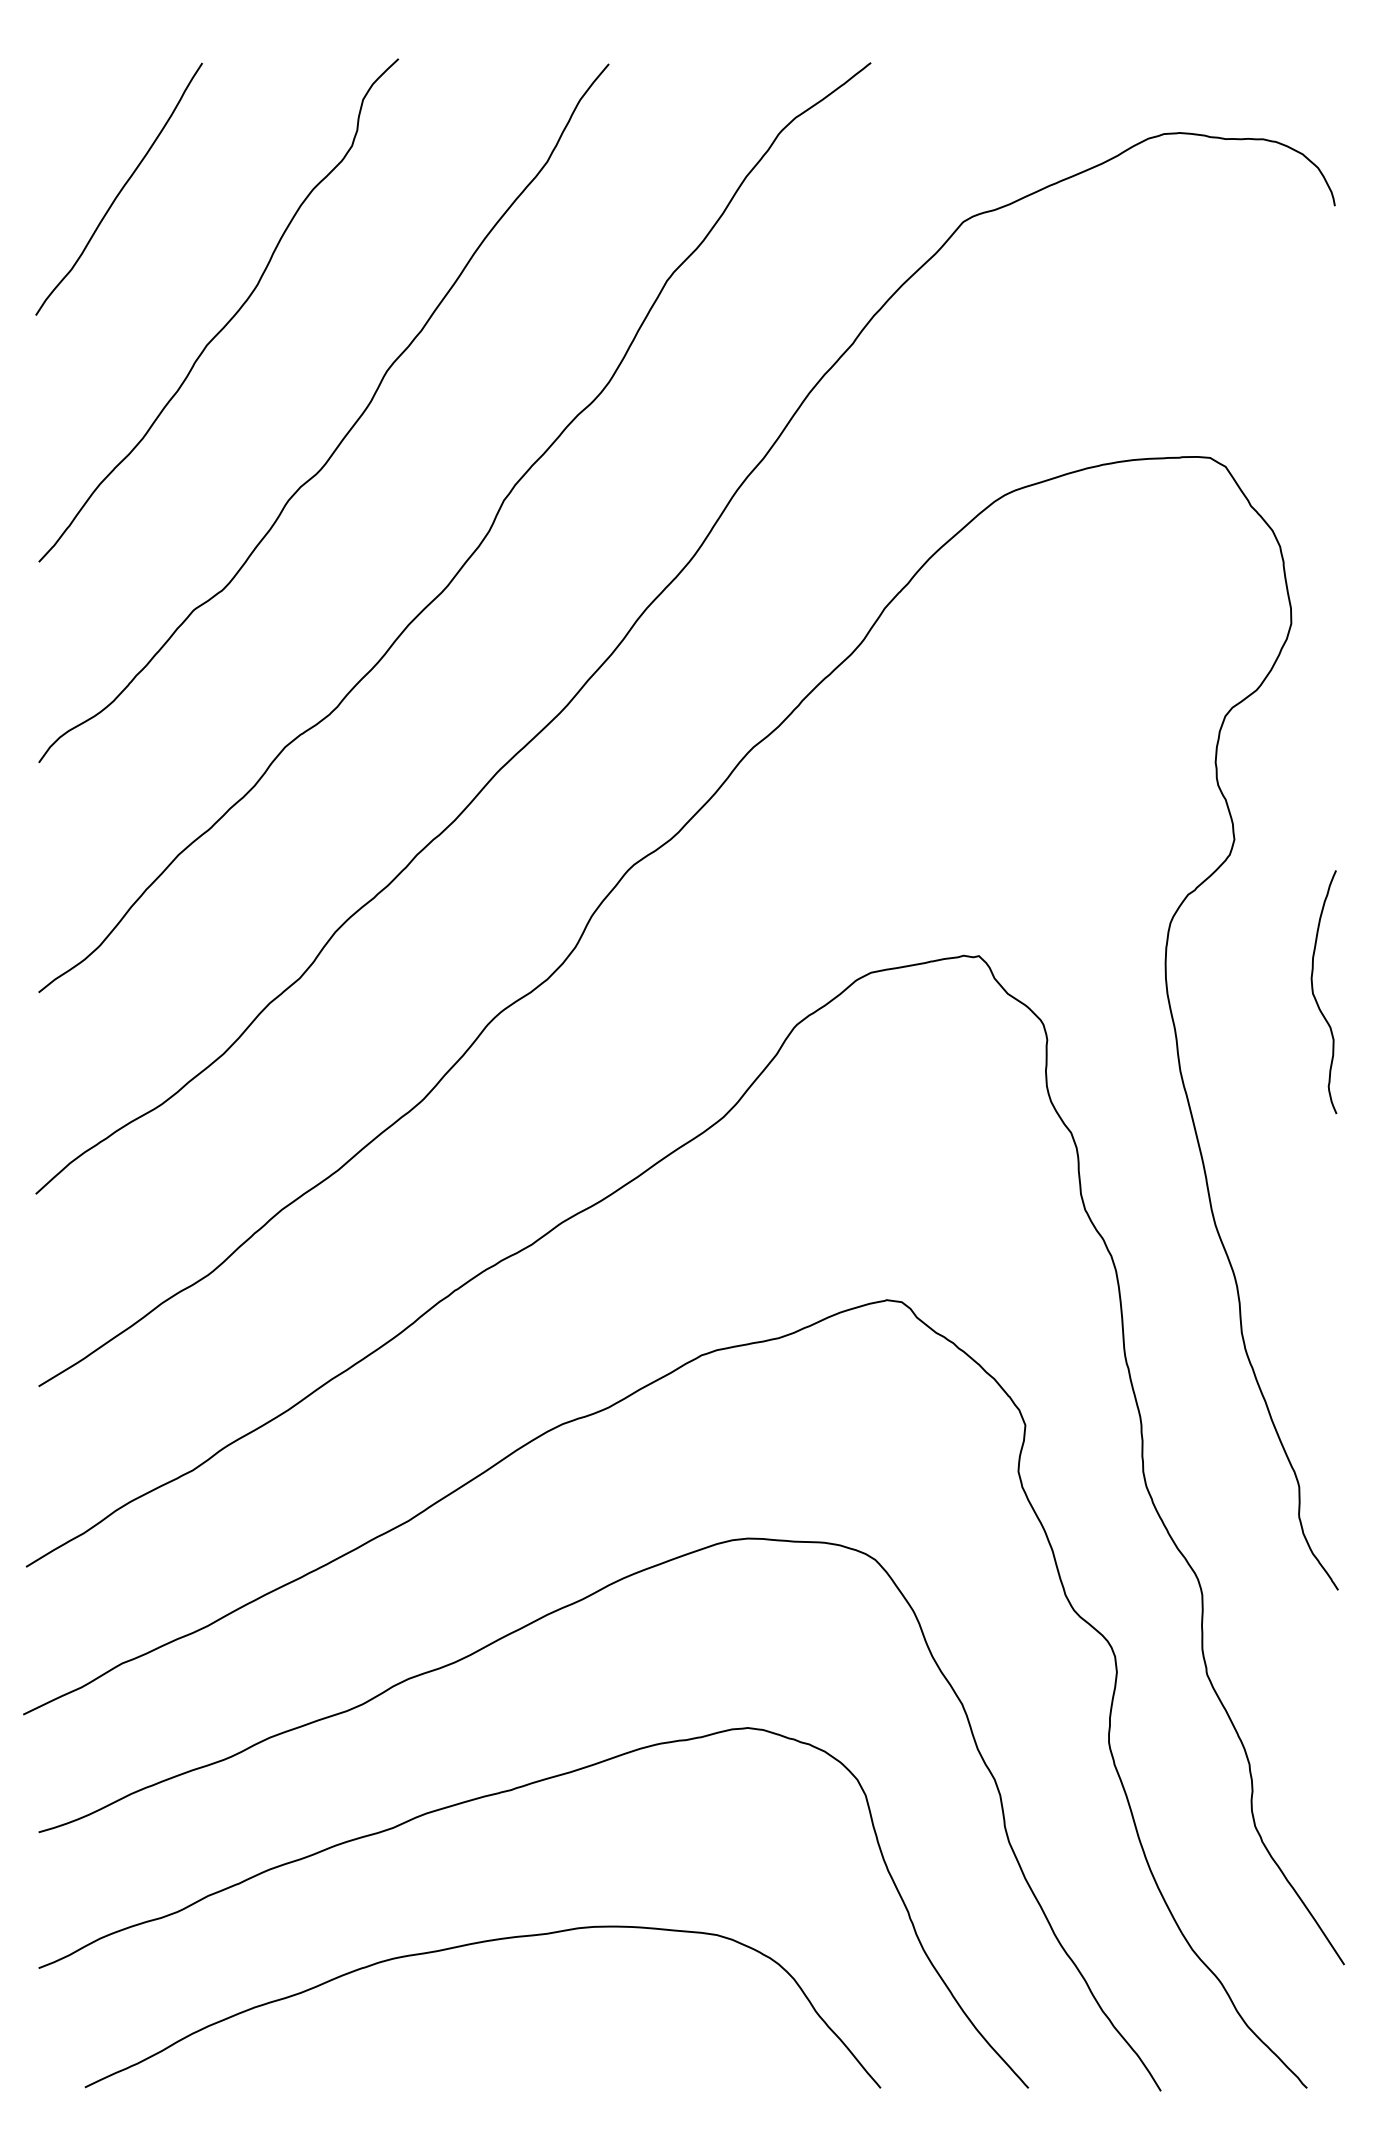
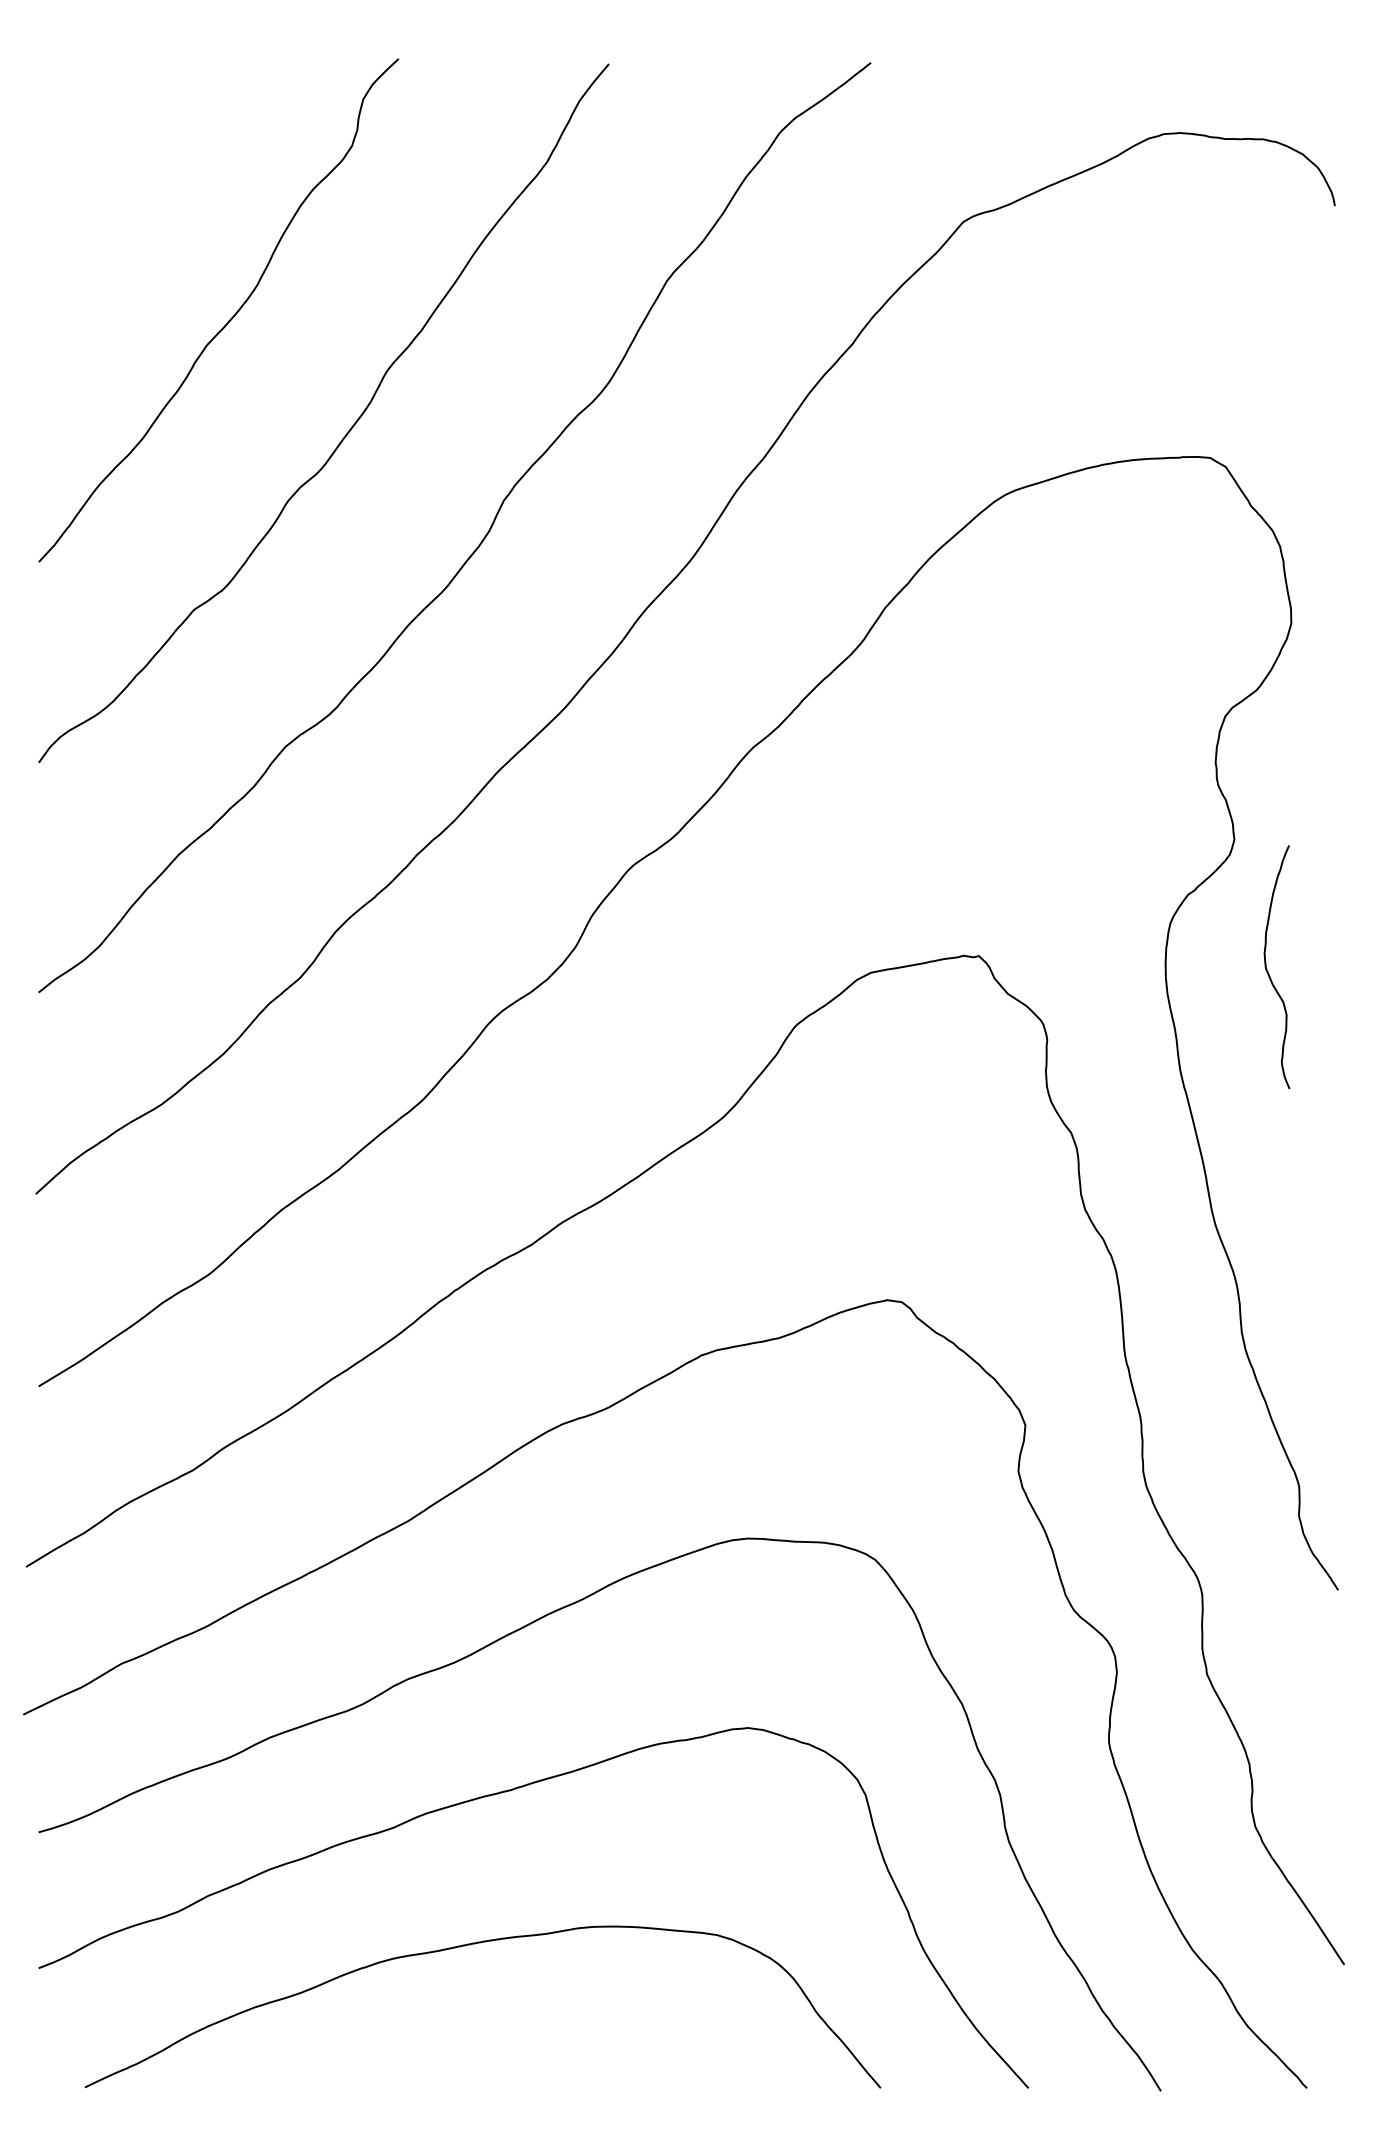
curve at (120, 189): present -> none
curve at (1315, 996) position: (1315, 996) -> (1268, 971)
